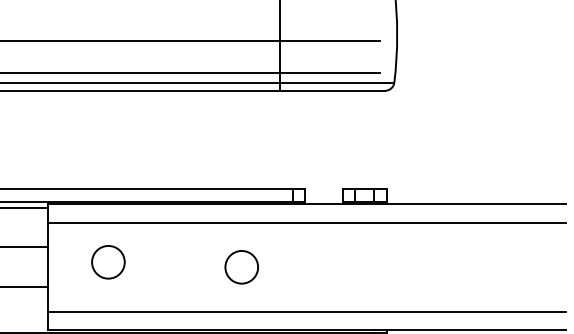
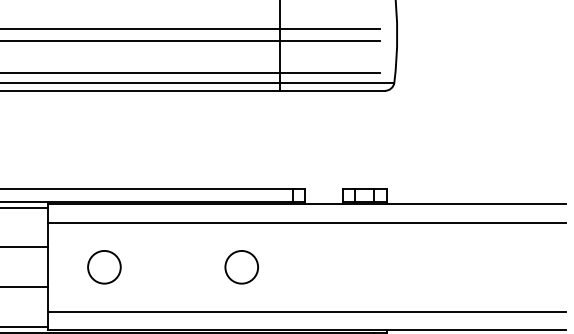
line at (191, 28): none -> present
circle at (108, 262) position: (108, 262) -> (104, 267)
line at (25, 326): none -> present
